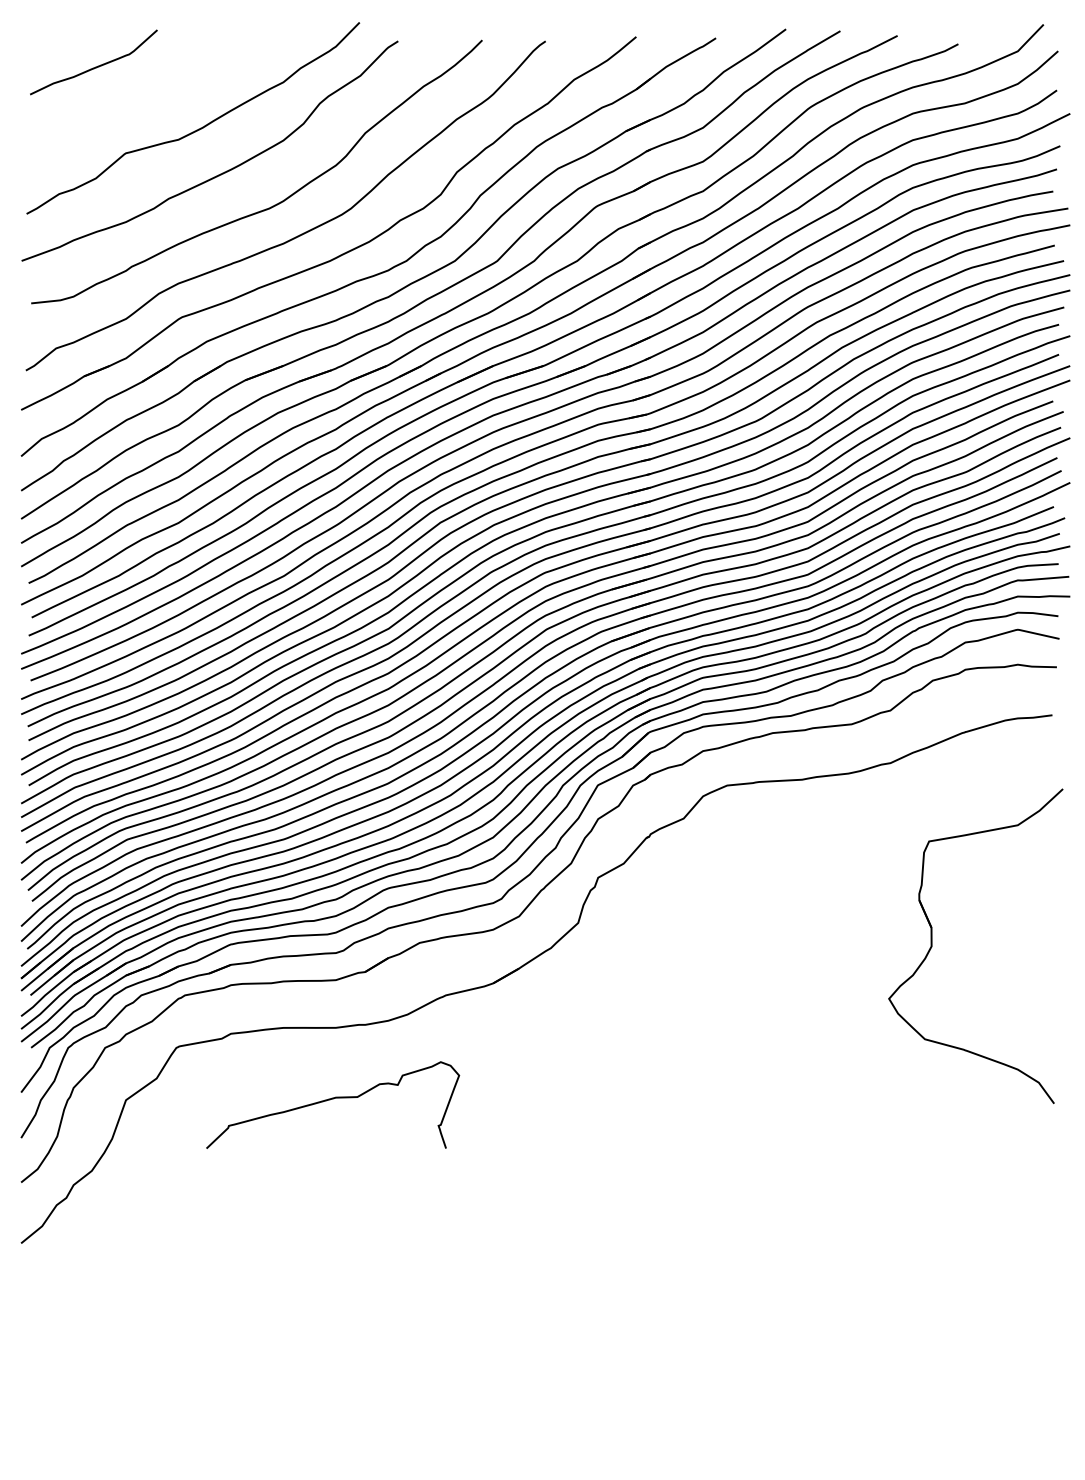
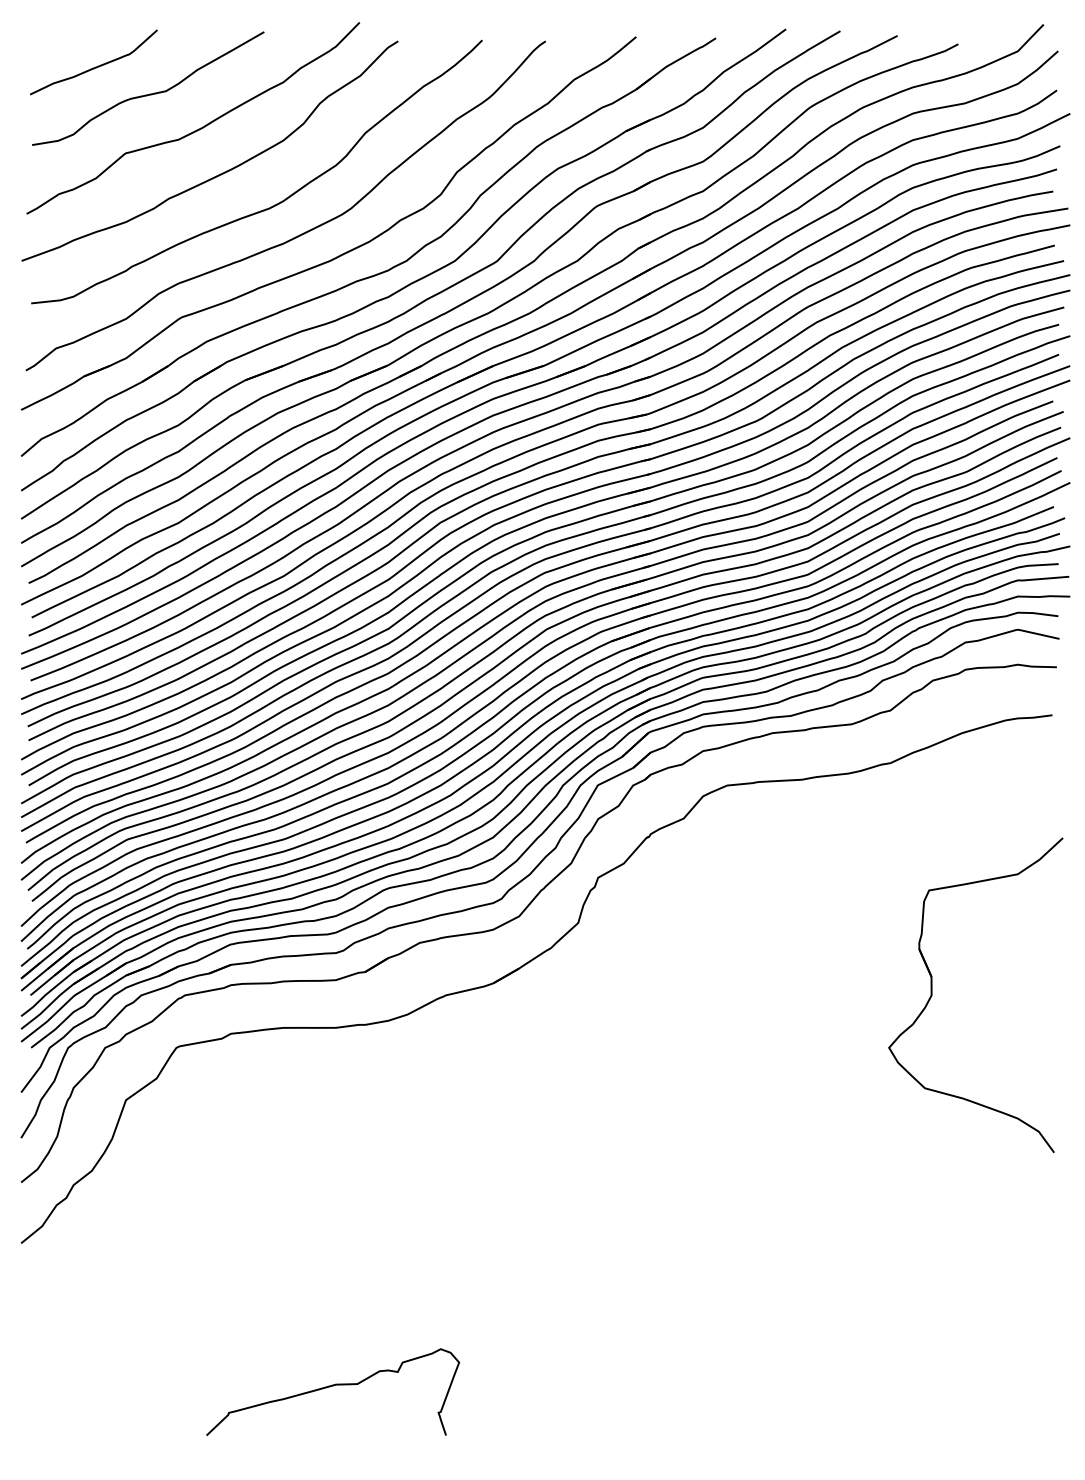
curve at (149, 93): none -> present
part at (932, 945) position: (932, 945) -> (932, 994)
curve at (333, 1099) position: (333, 1099) -> (333, 1386)
